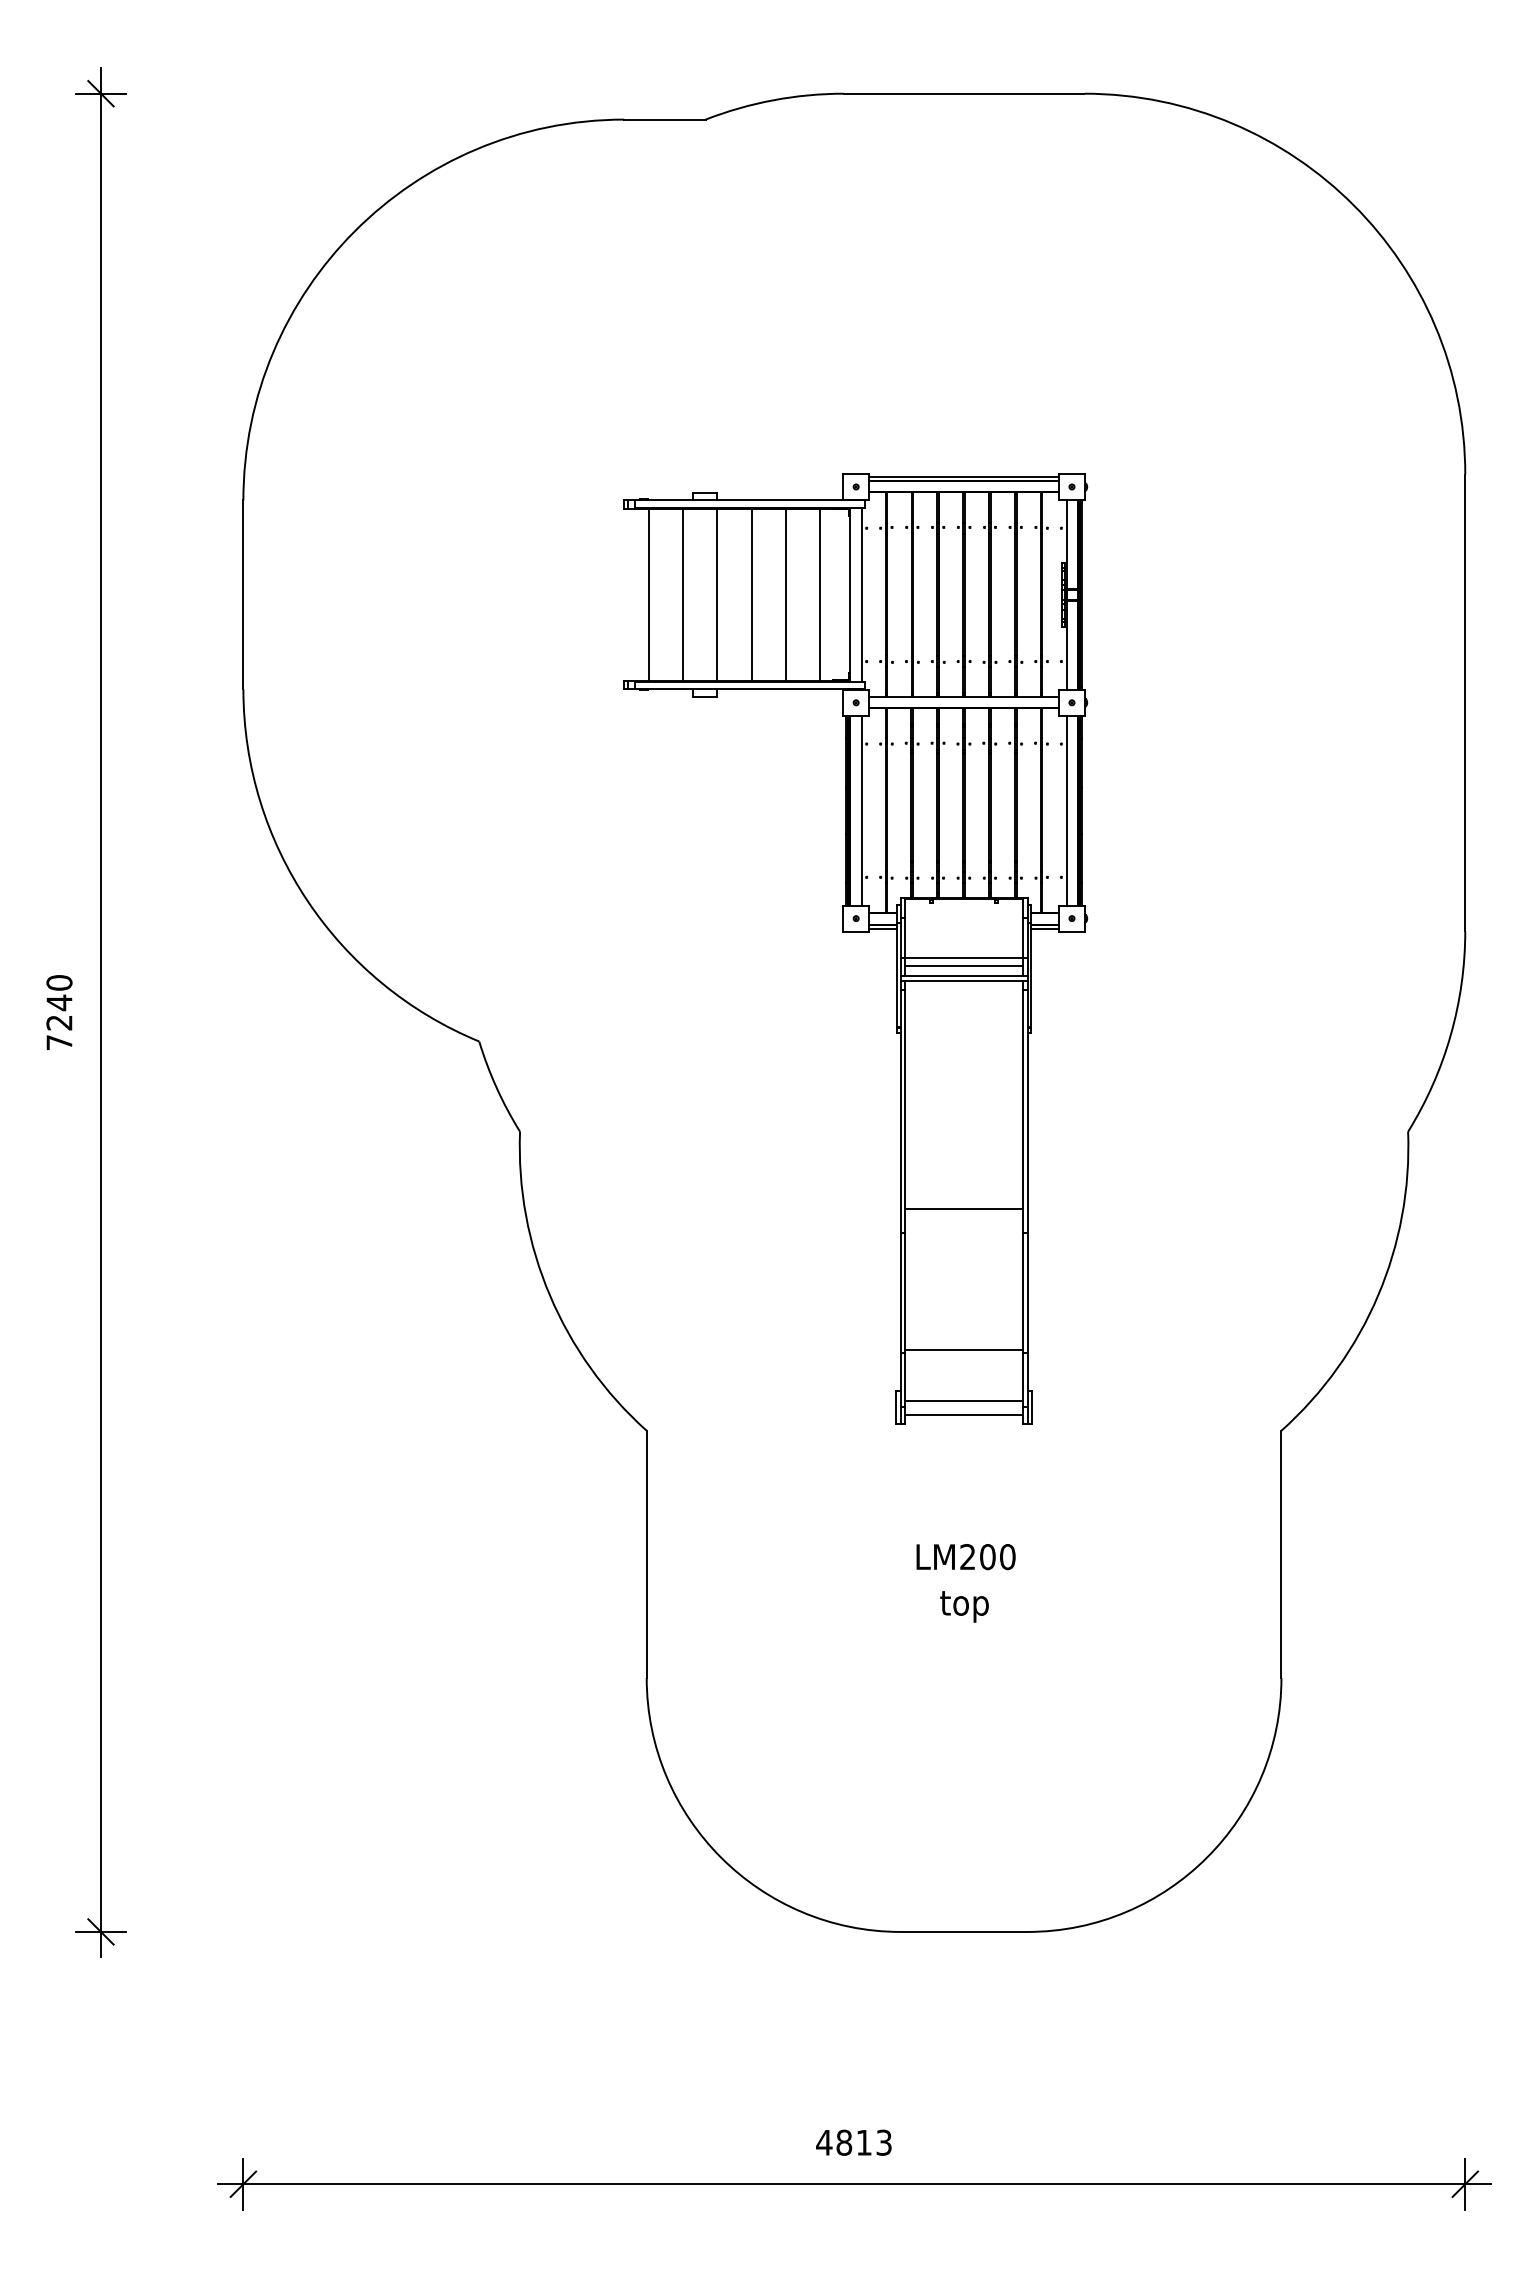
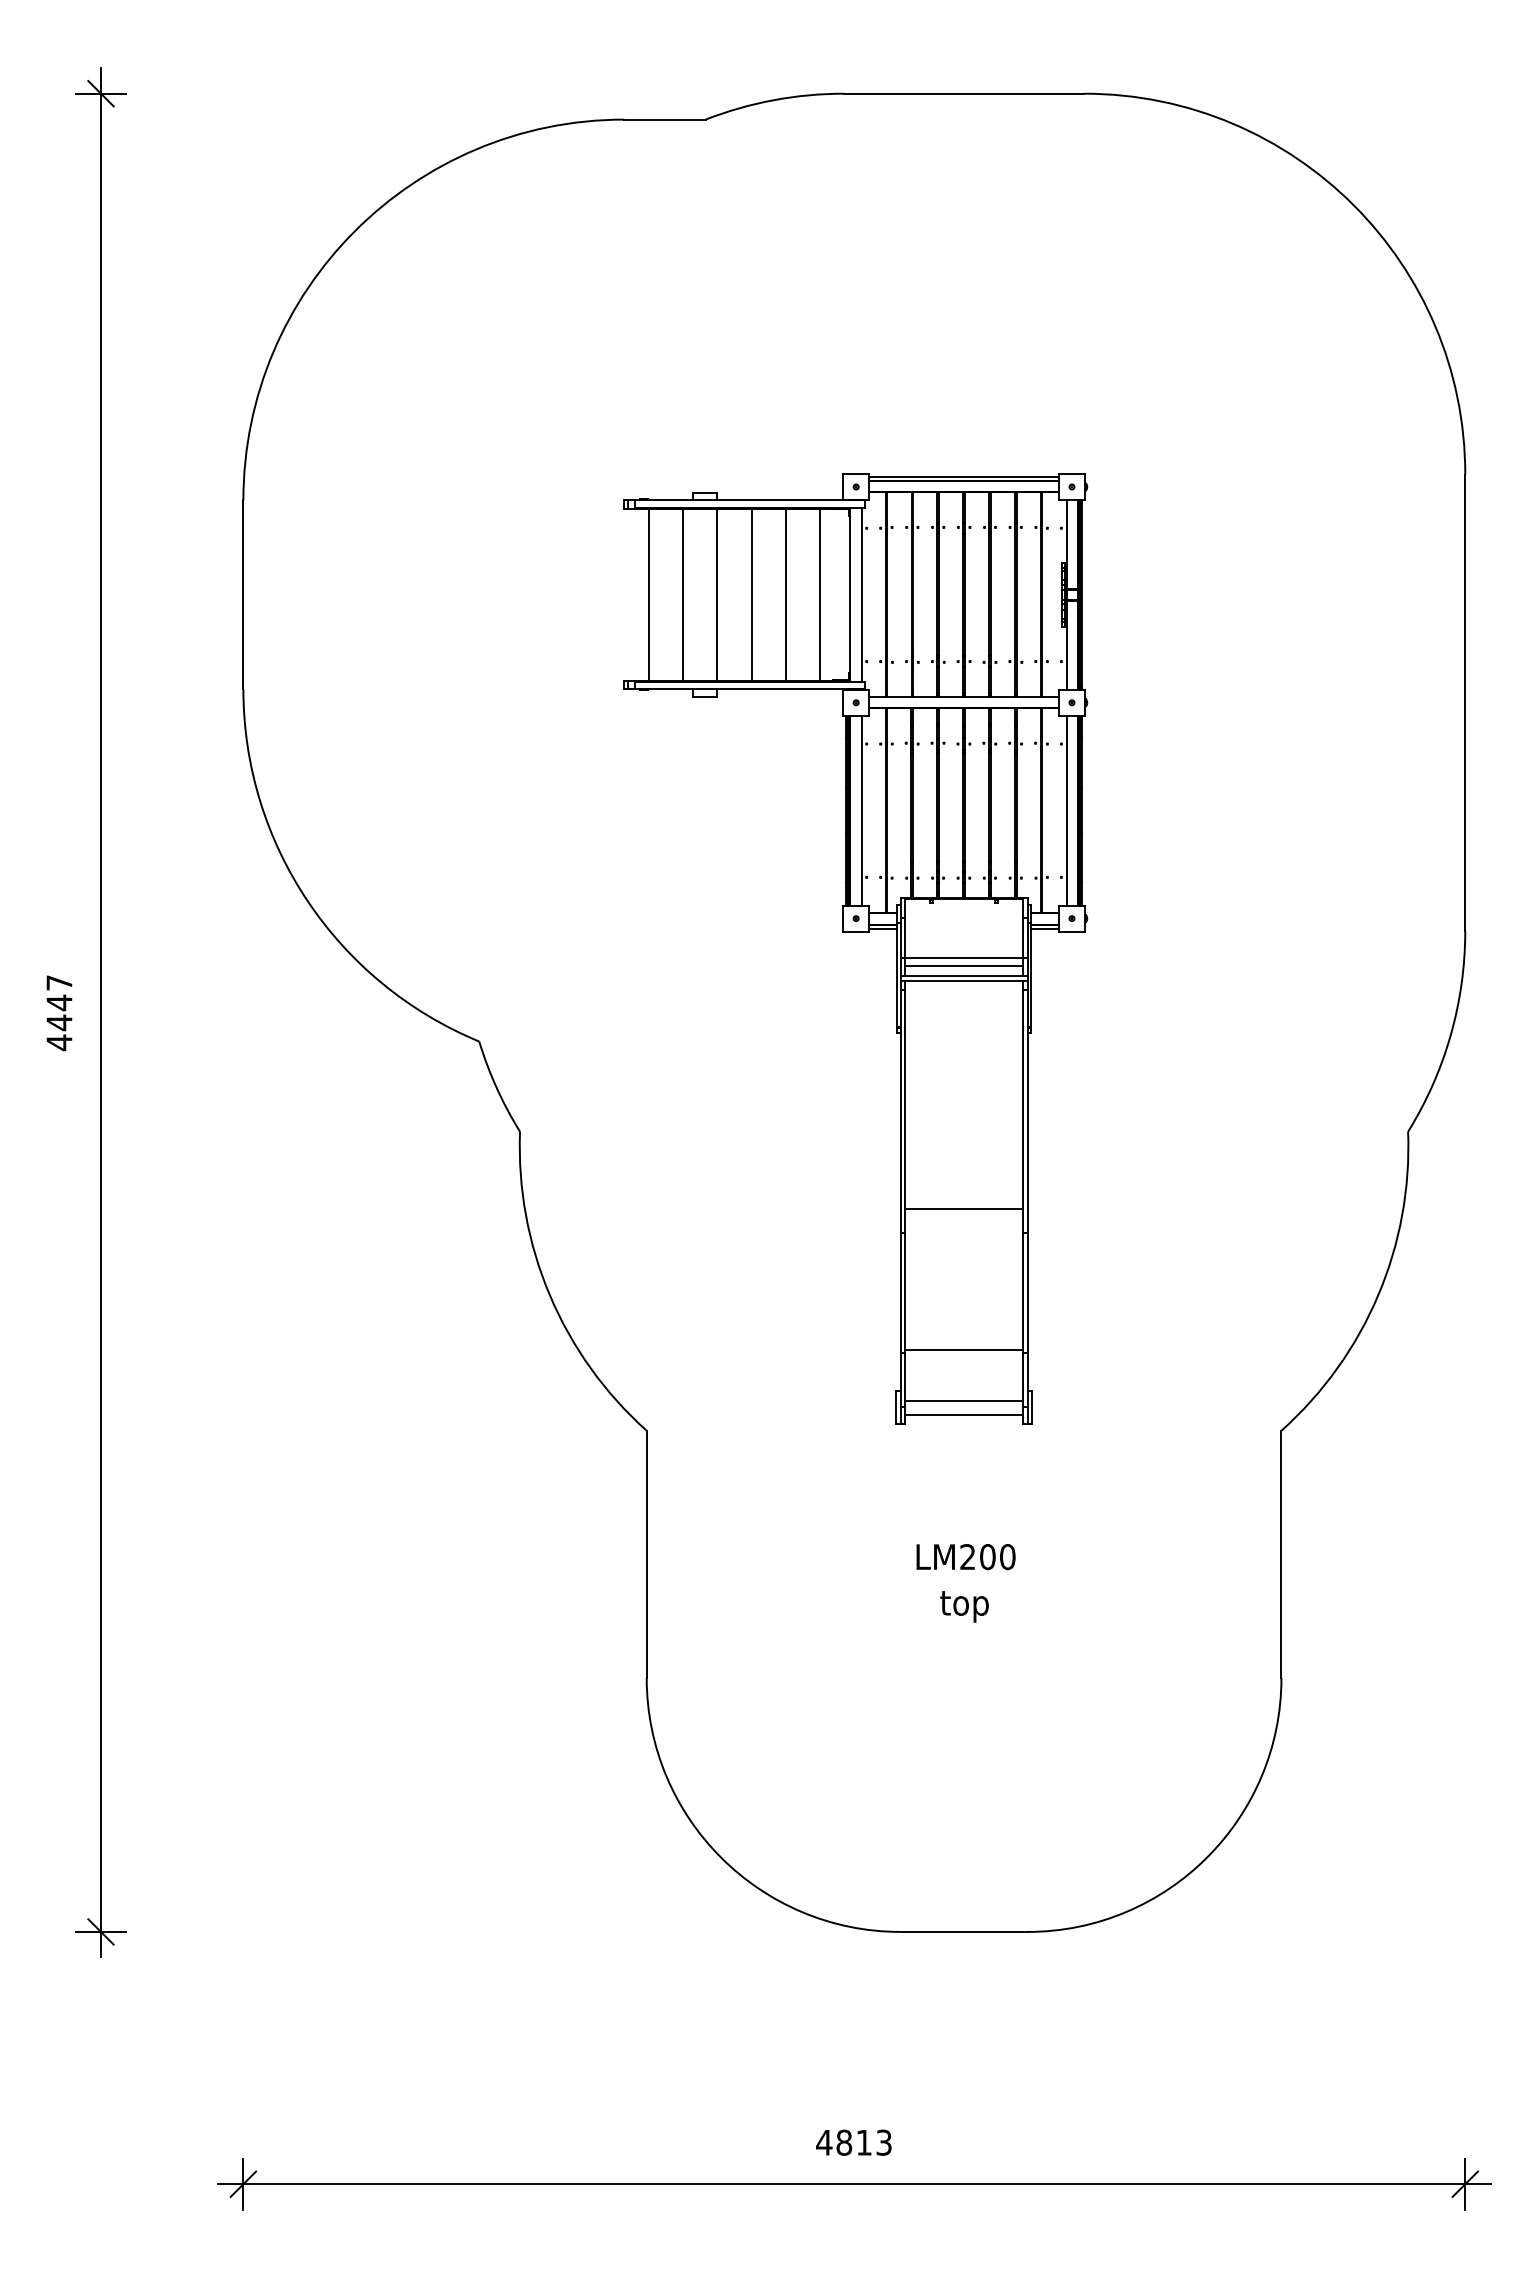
text at (59, 1013): 7240 -> 4447
